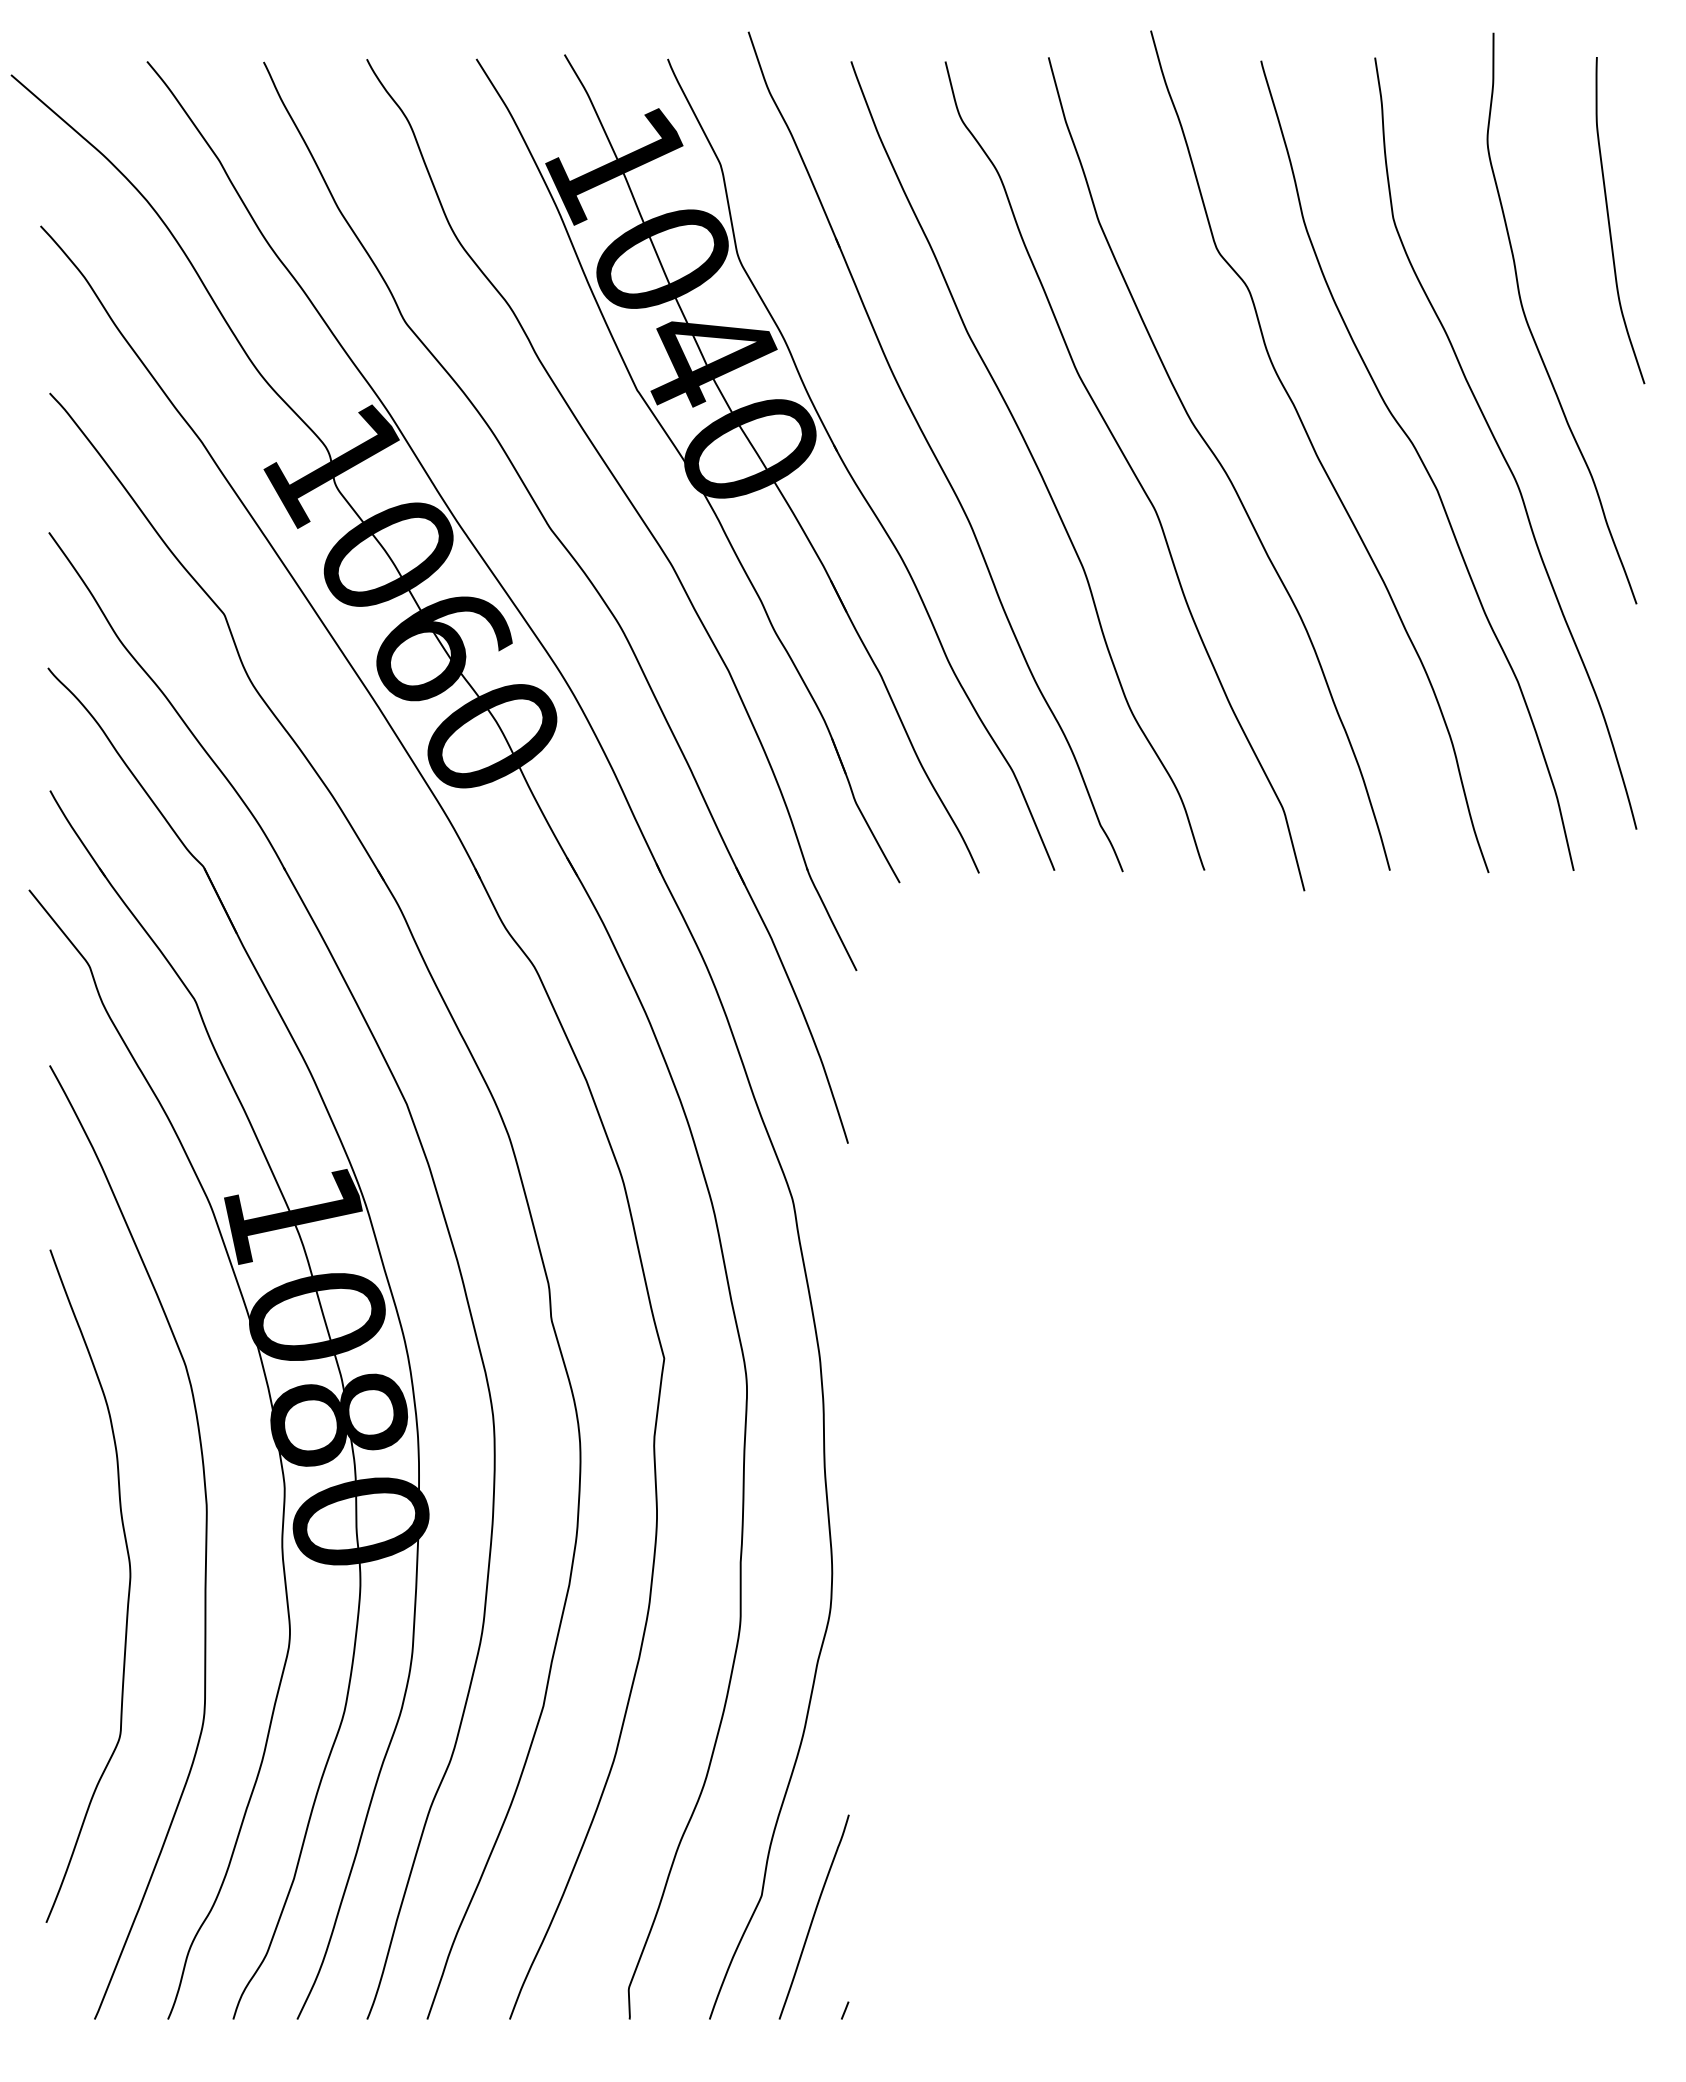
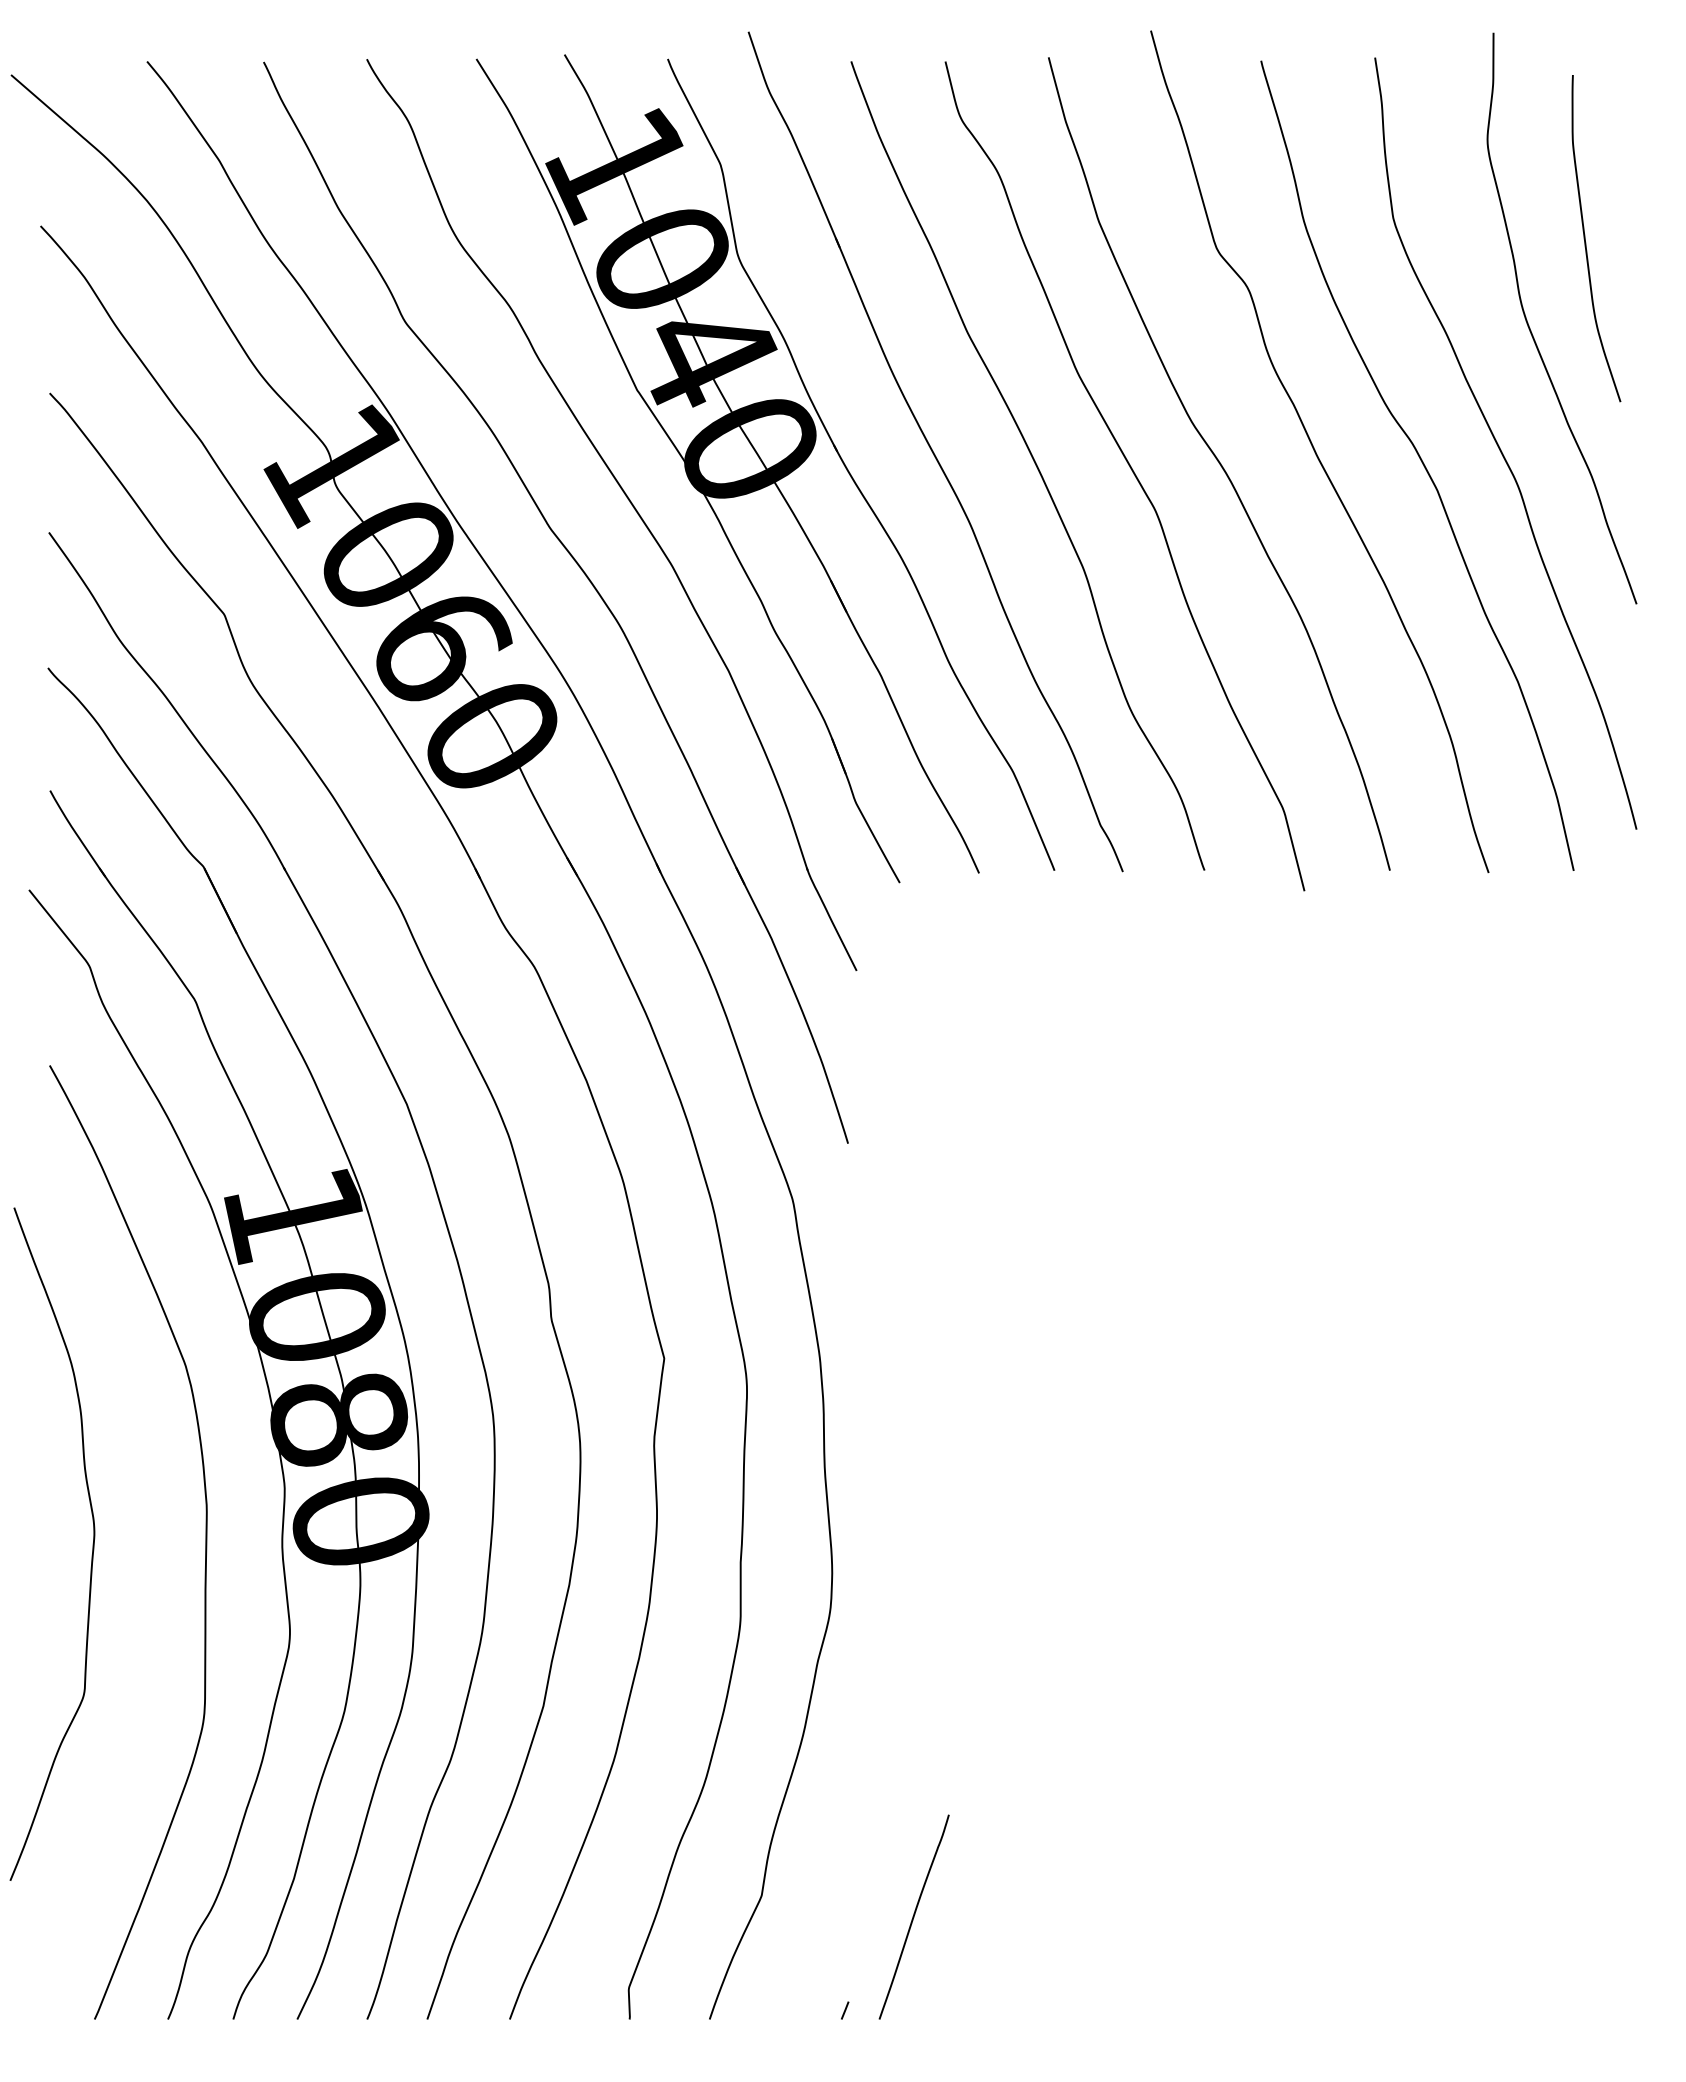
curve at (1610, 224) position: (1610, 224) -> (1586, 242)
curve at (128, 1585) position: (128, 1585) -> (92, 1543)
curve at (813, 1916) position: (813, 1916) -> (913, 1916)
